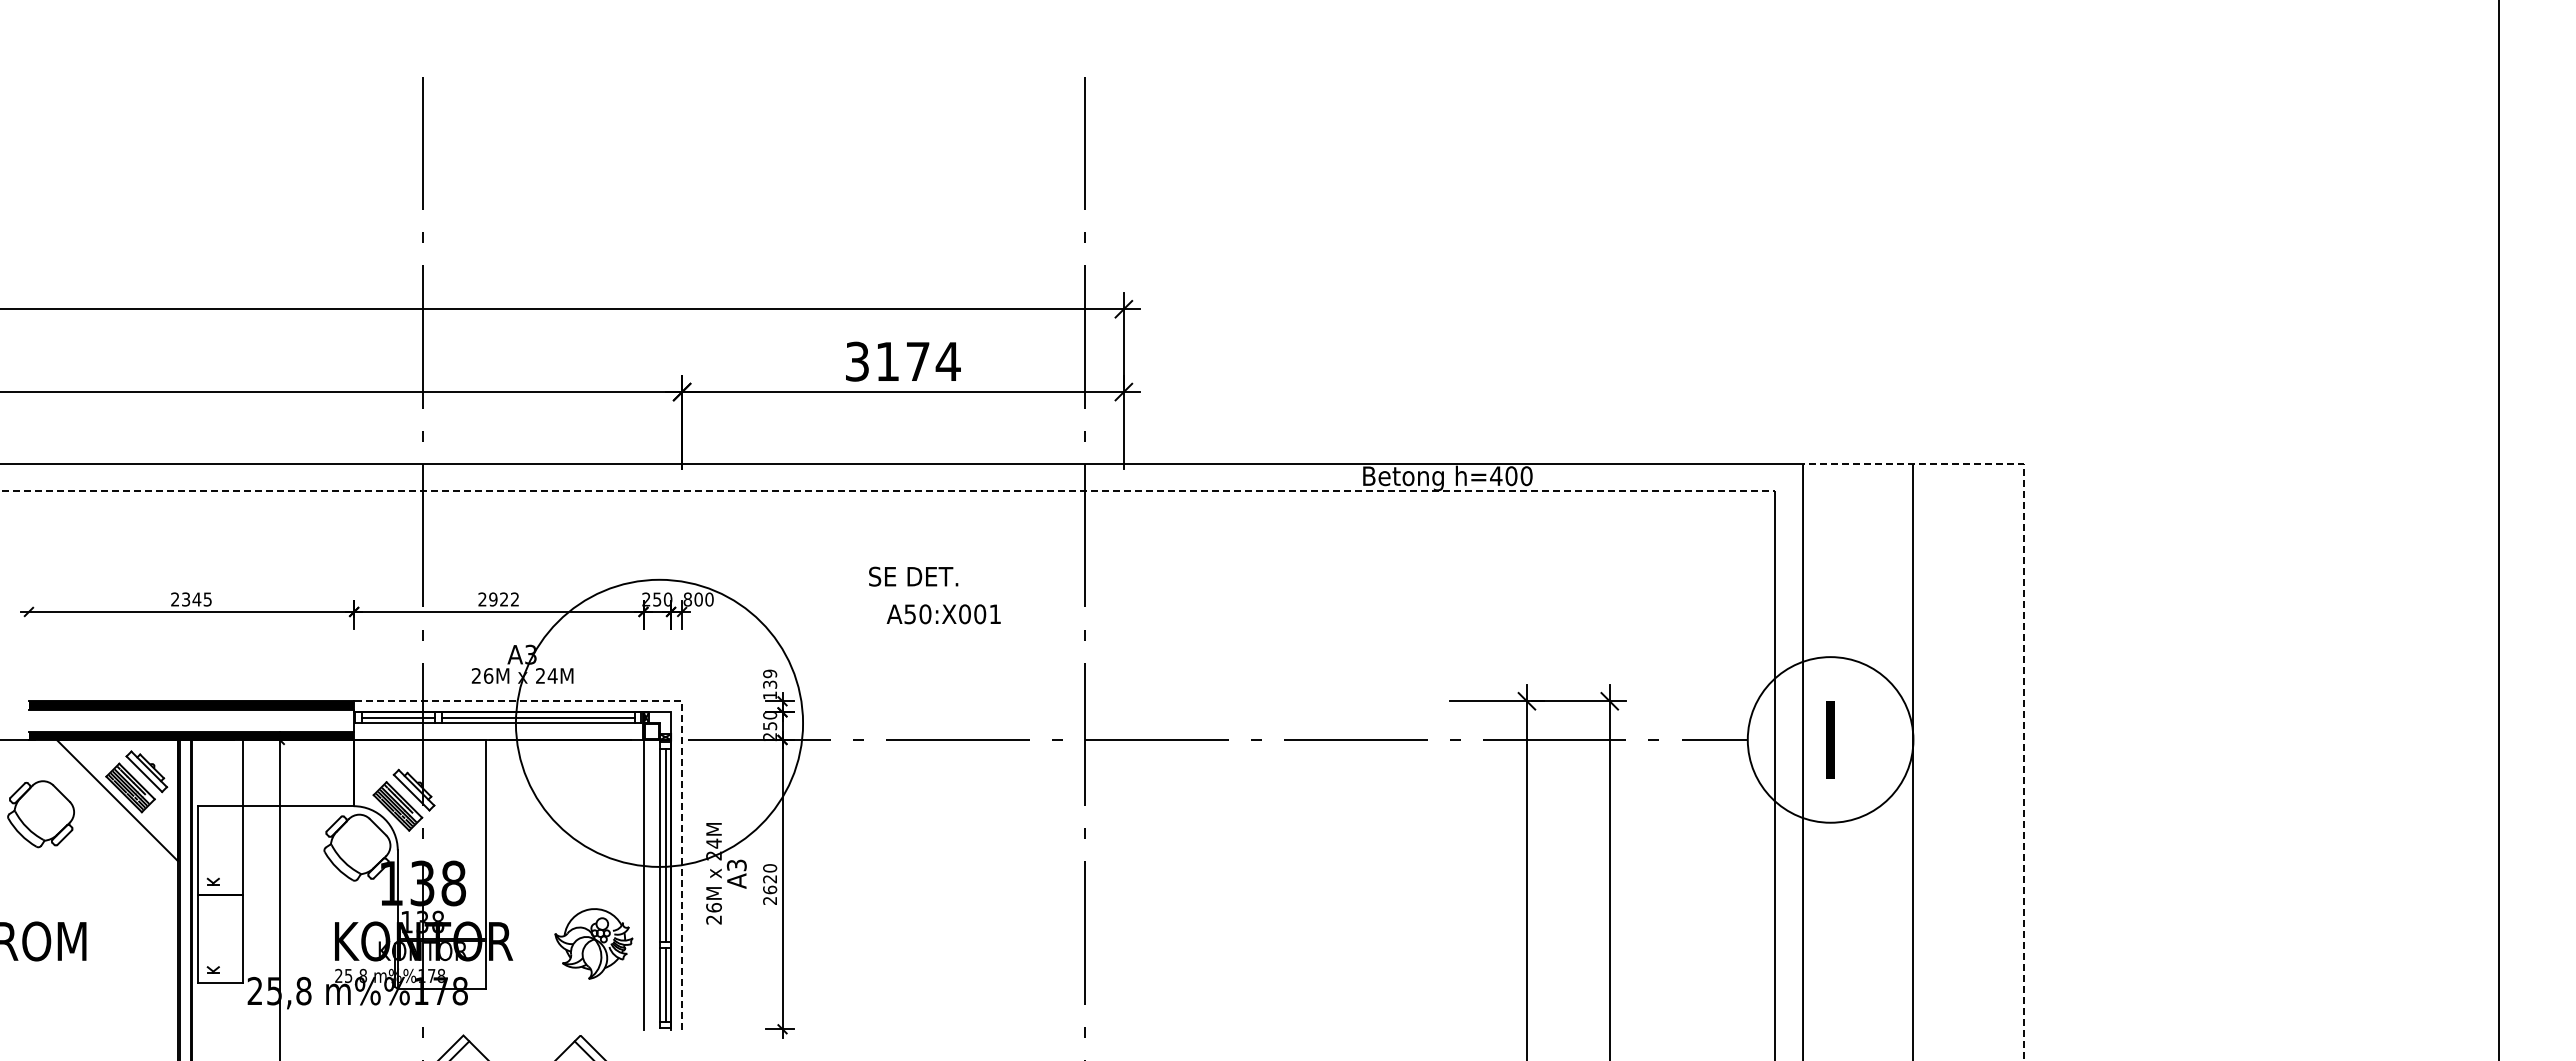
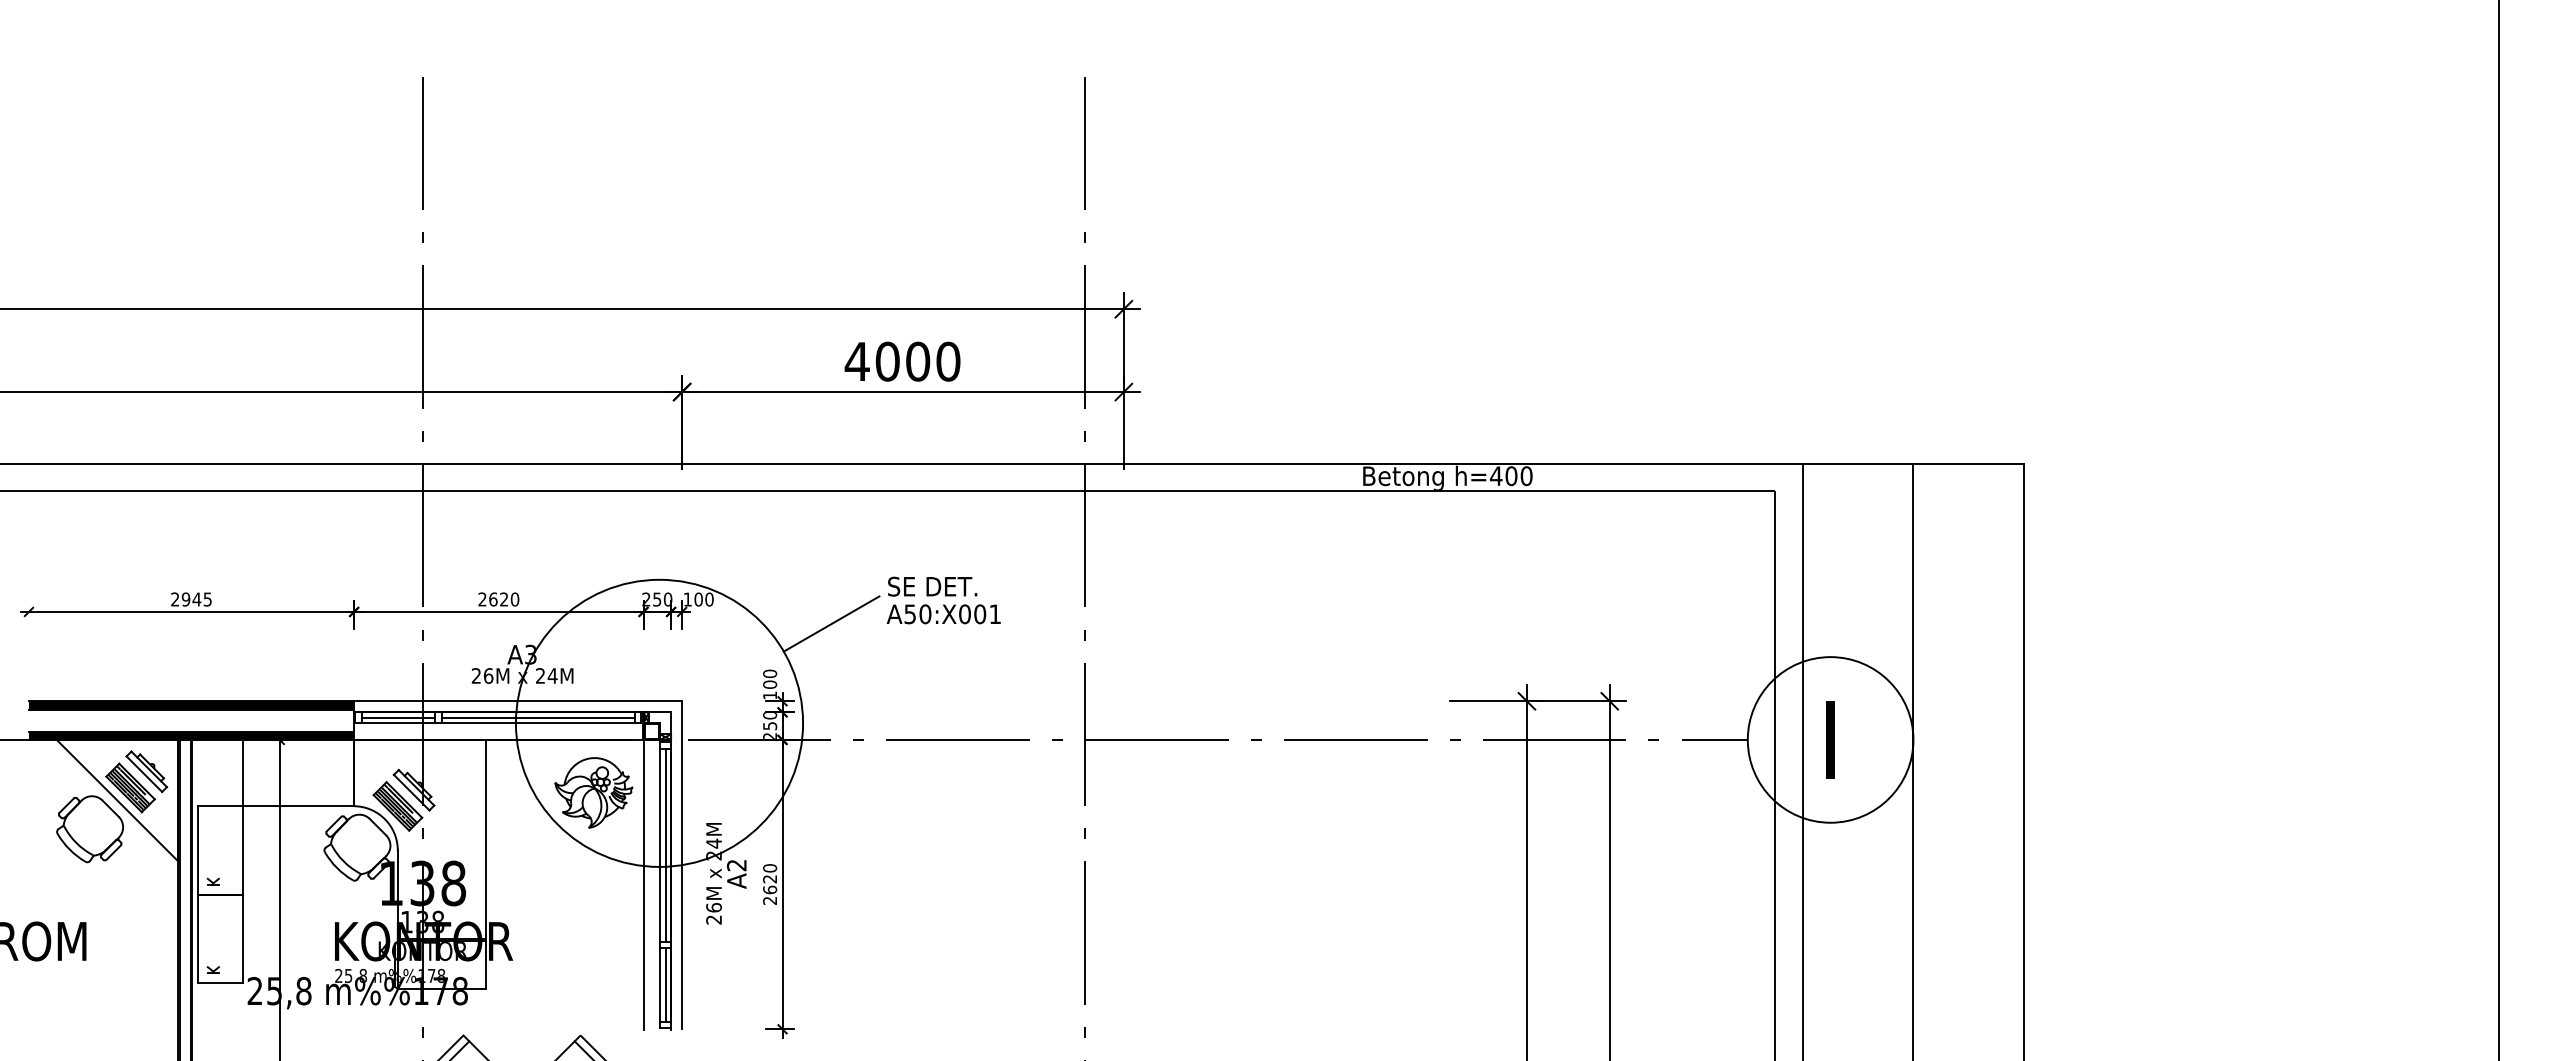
text at (902, 361): 3174 -> 4000
line at (888, 491): dashed -> solid
text at (913, 576) position: (913, 576) -> (932, 586)
text at (185, 599): 2345 -> 2945
text at (504, 599): 2922 -> 2620
text at (687, 599): 800 -> 100
line at (831, 623): none -> present
line at (2023, 650): dashed -> solid
text at (770, 678): 139 -> 100
line at (682, 701): dashed -> solid
part at (40, 814) position: (40, 814) -> (89, 829)
text at (736, 865): A3 -> A2
part at (593, 943) position: (593, 943) -> (593, 792)
